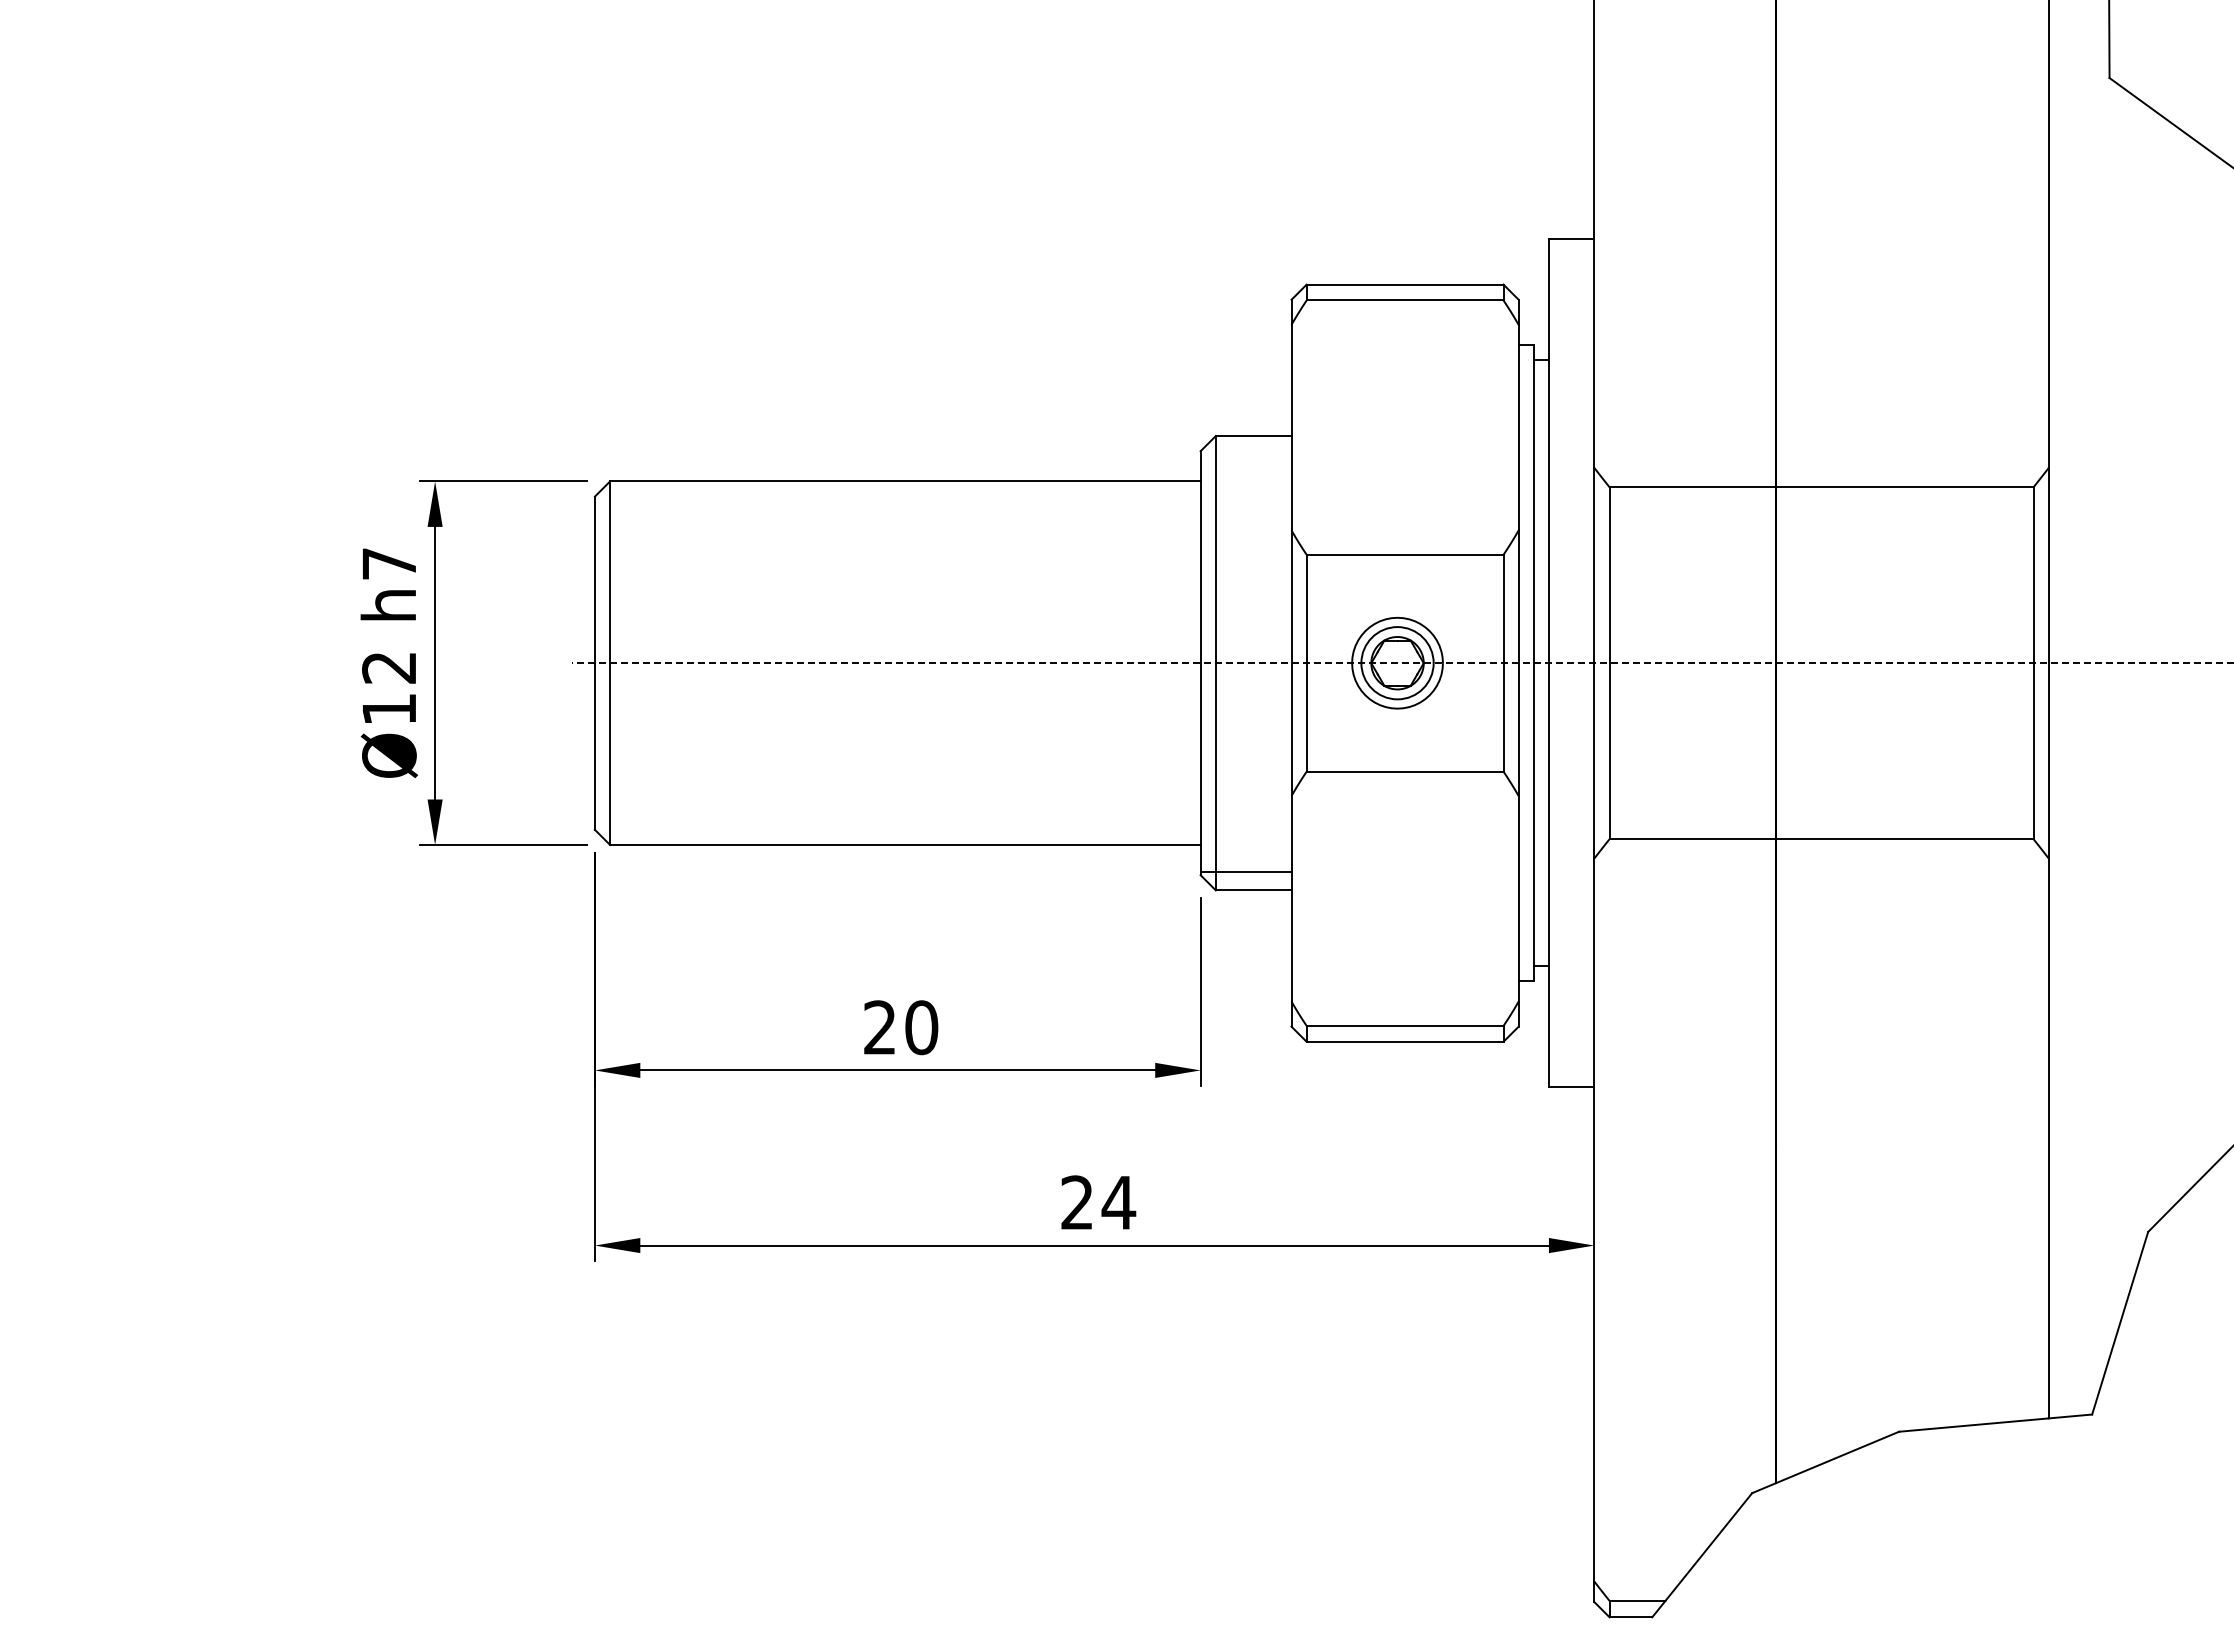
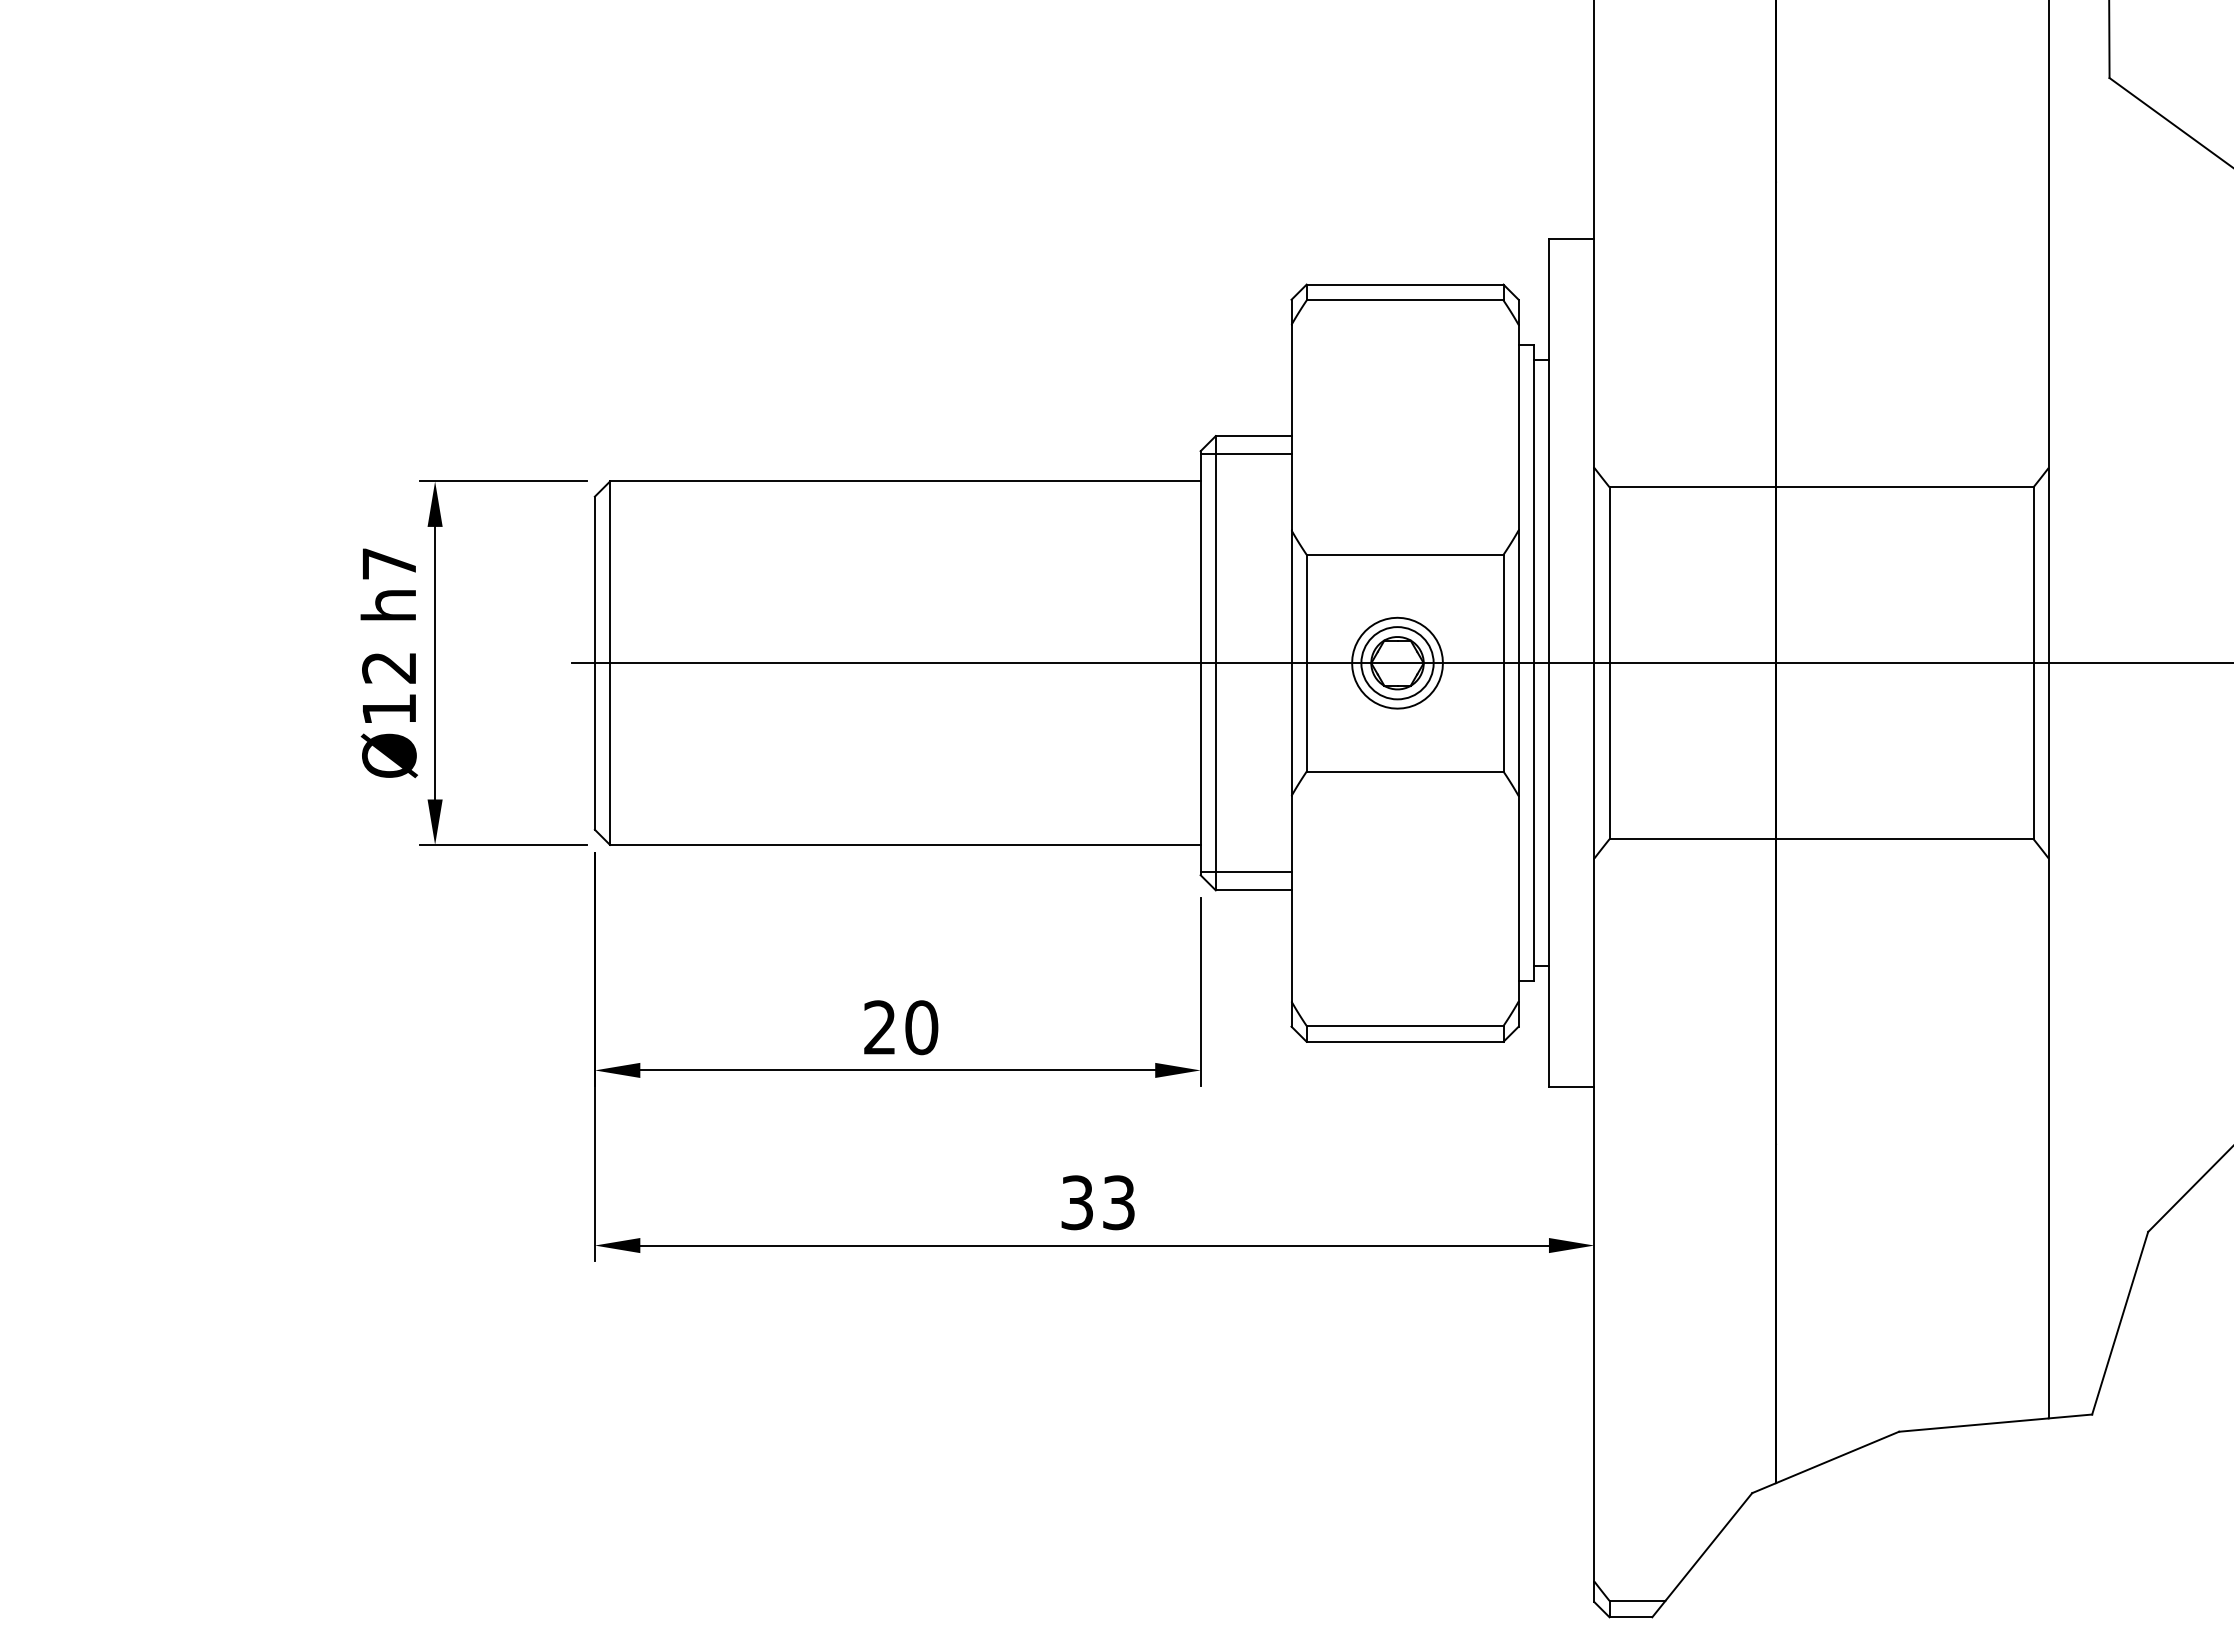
line at (1245, 454): none -> present
line at (1402, 663): dashed -> solid
text at (1098, 1202): 24 -> 33
